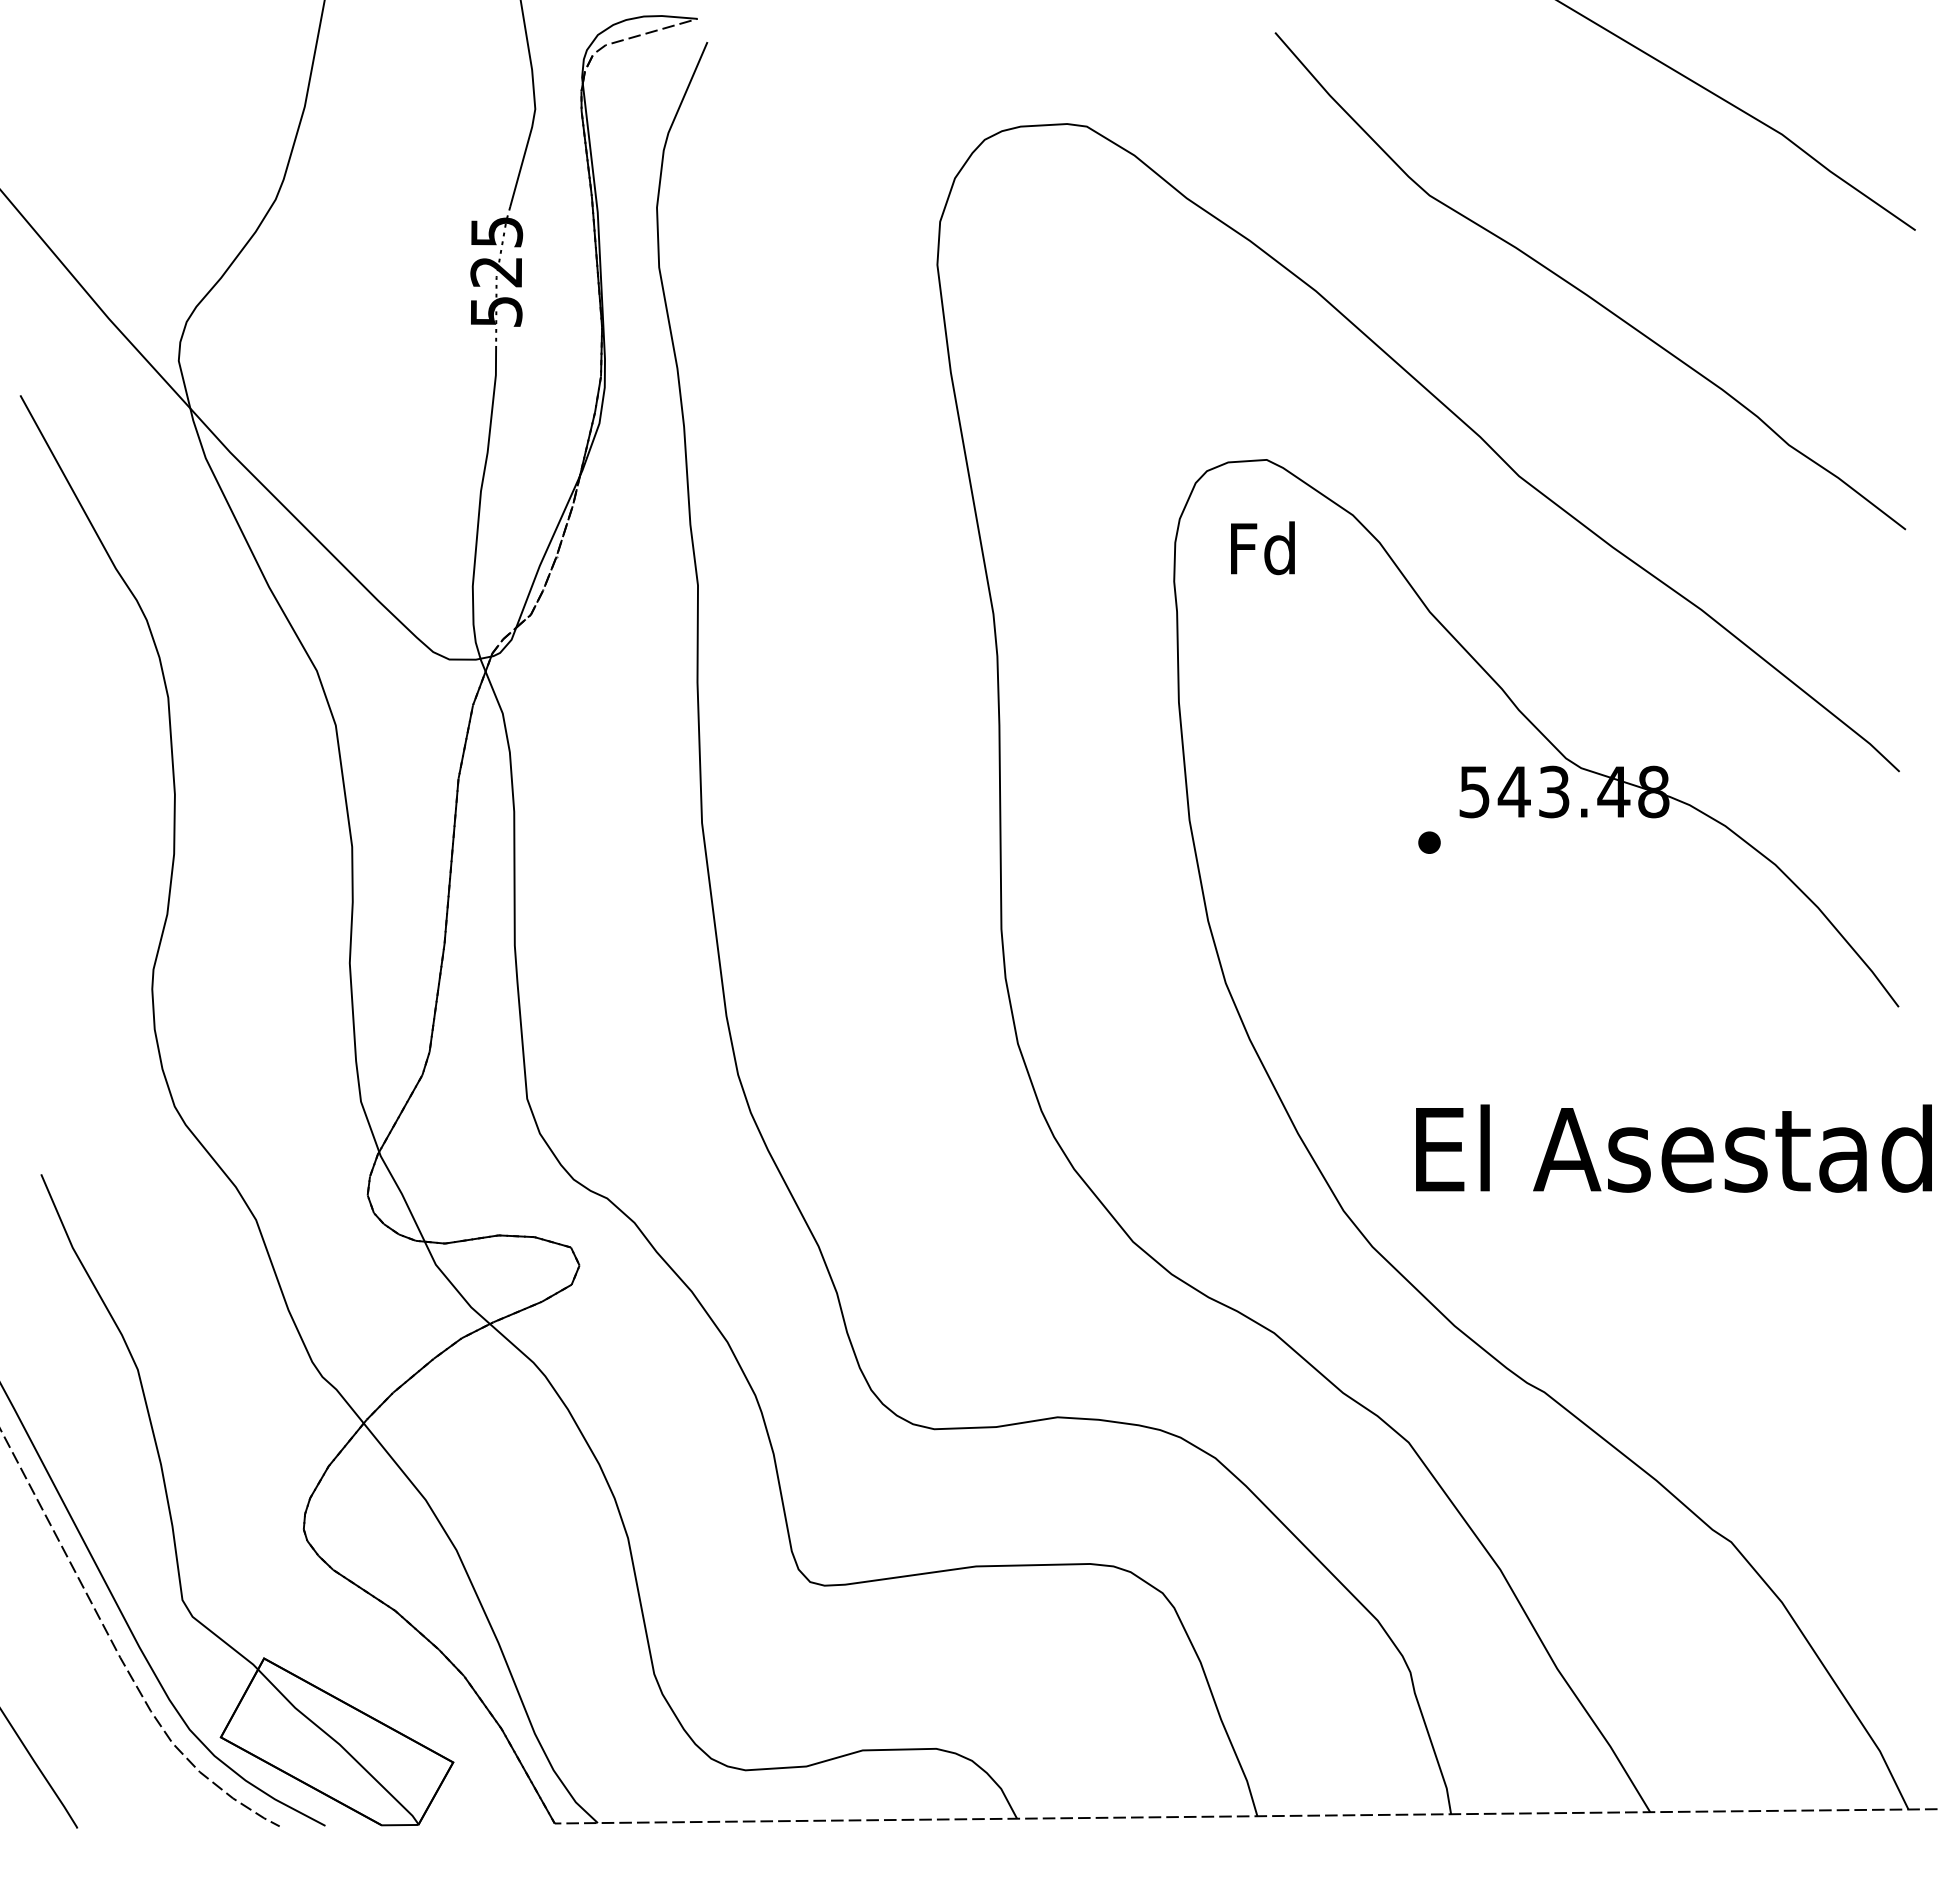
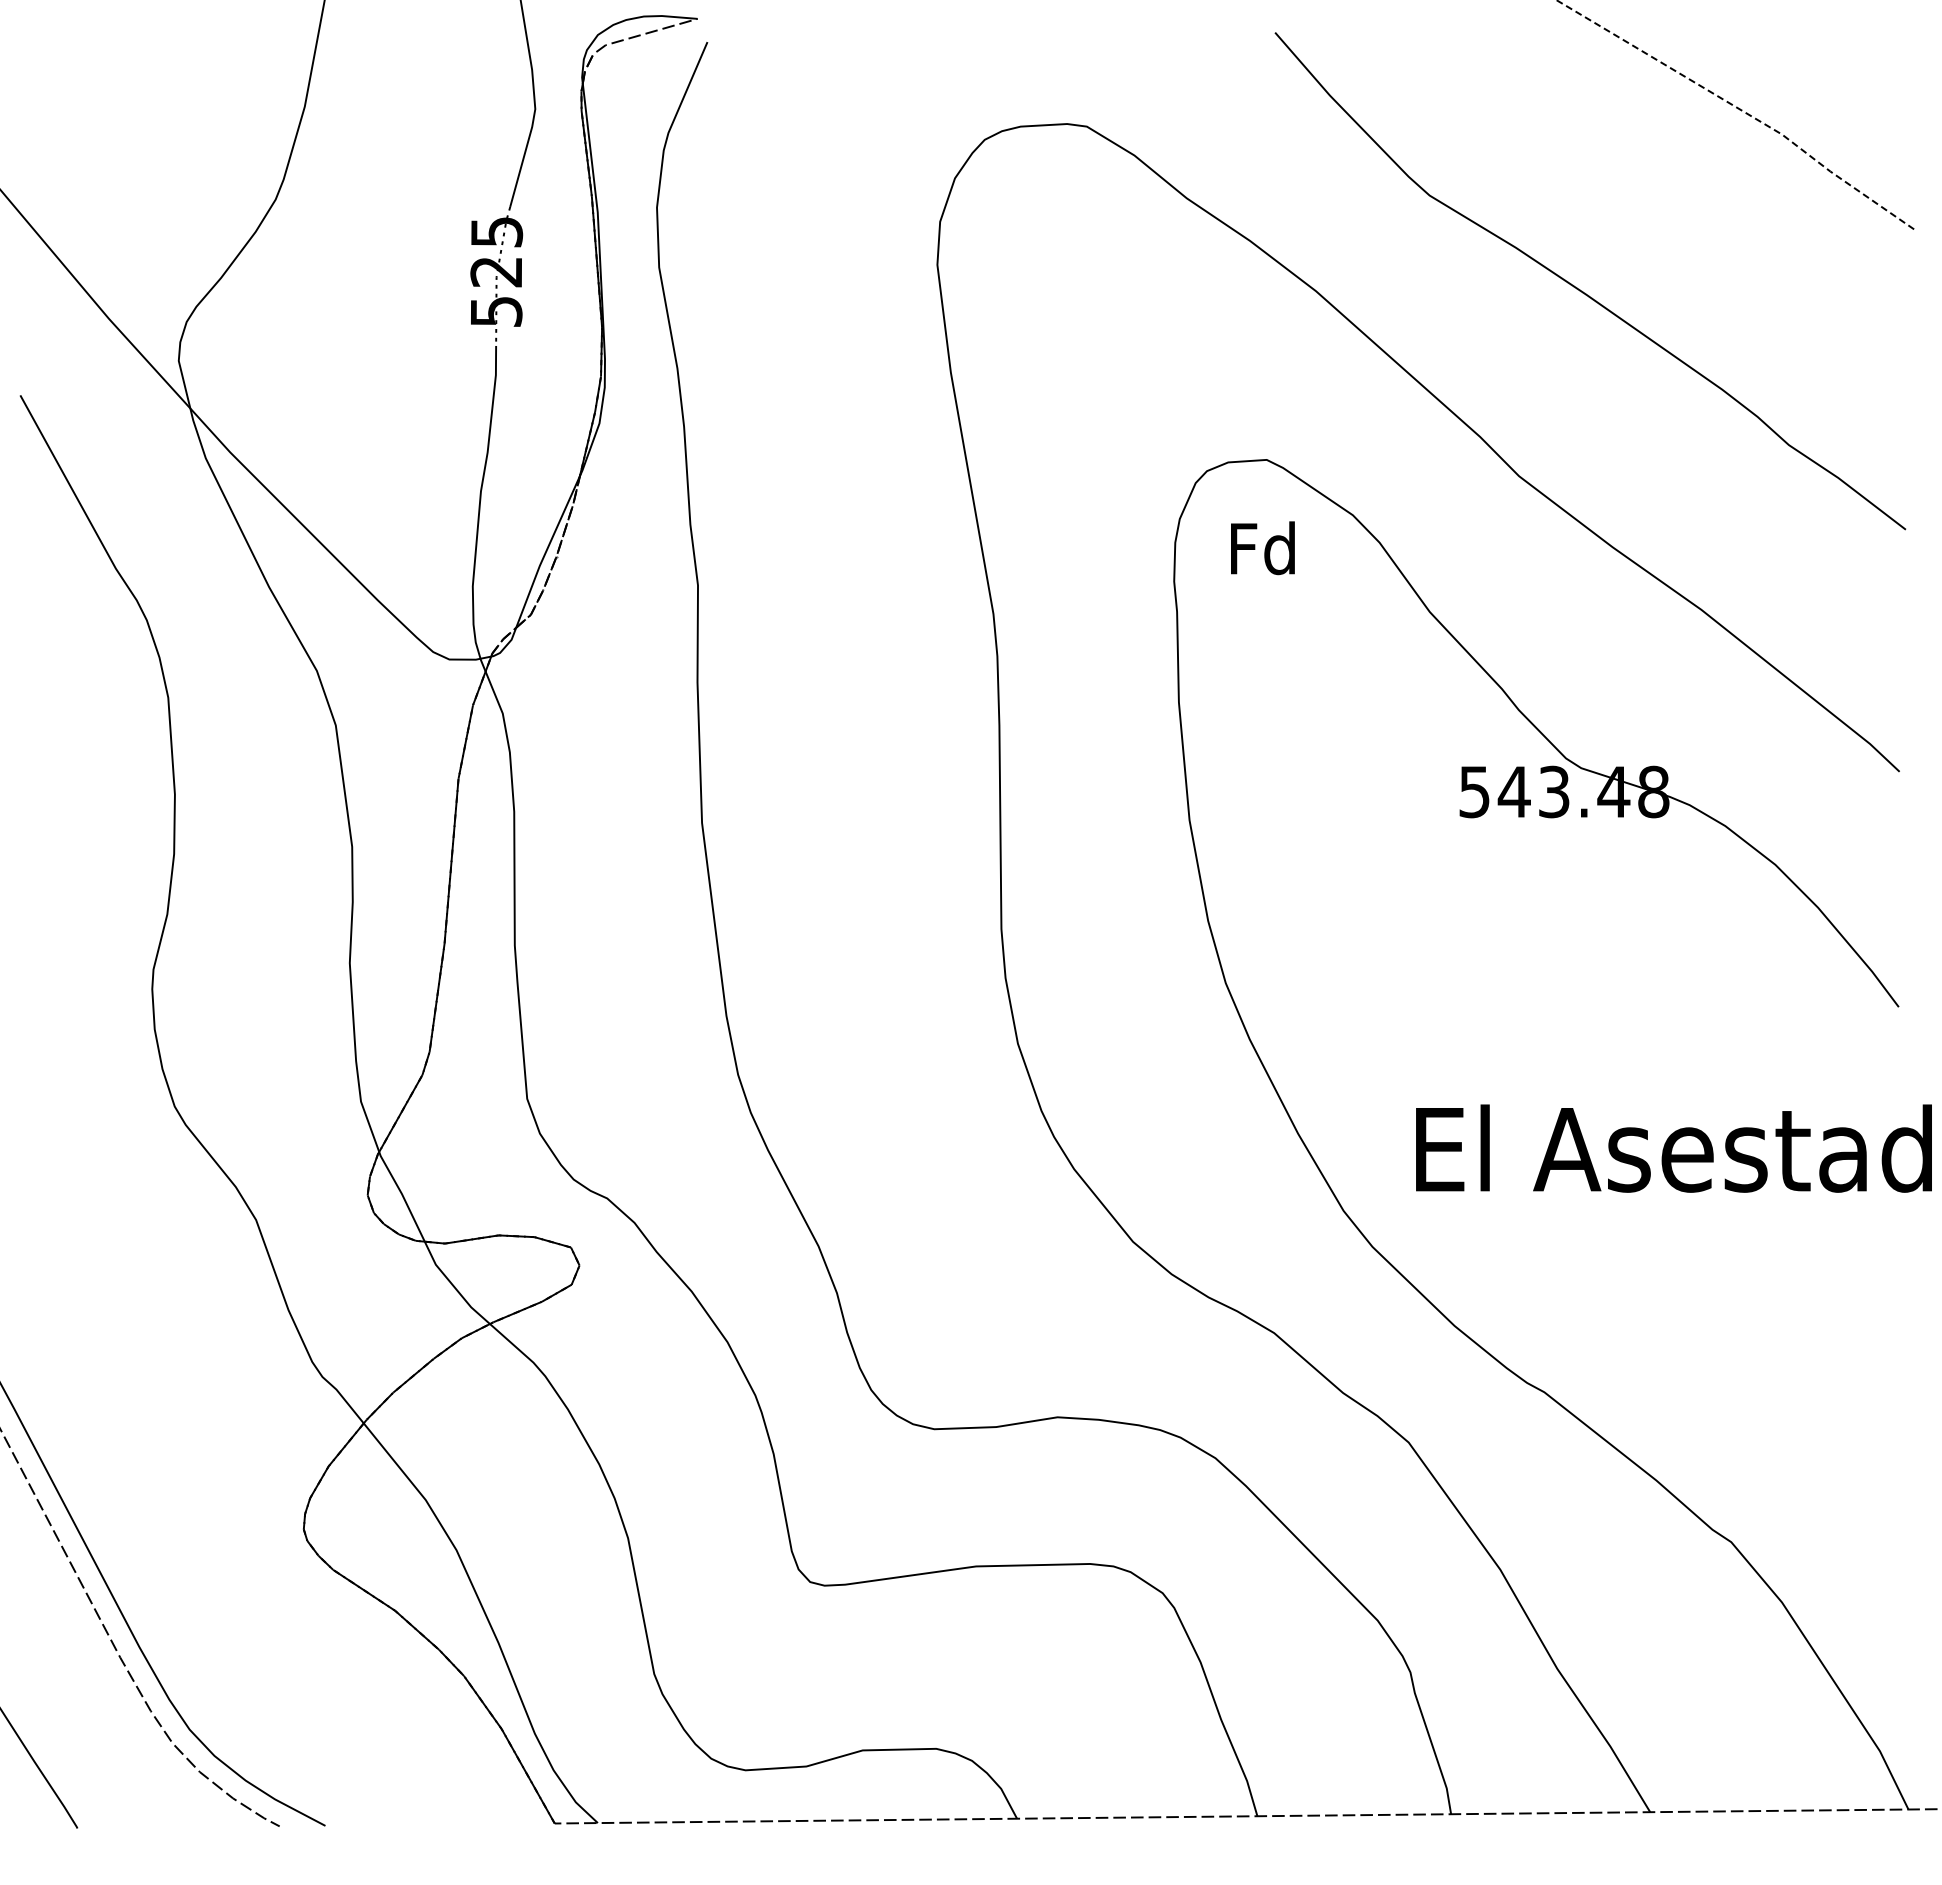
line at (1740, 110): solid -> dashed
part at (1429, 842): present -> none
part at (171, 1514): present -> none
